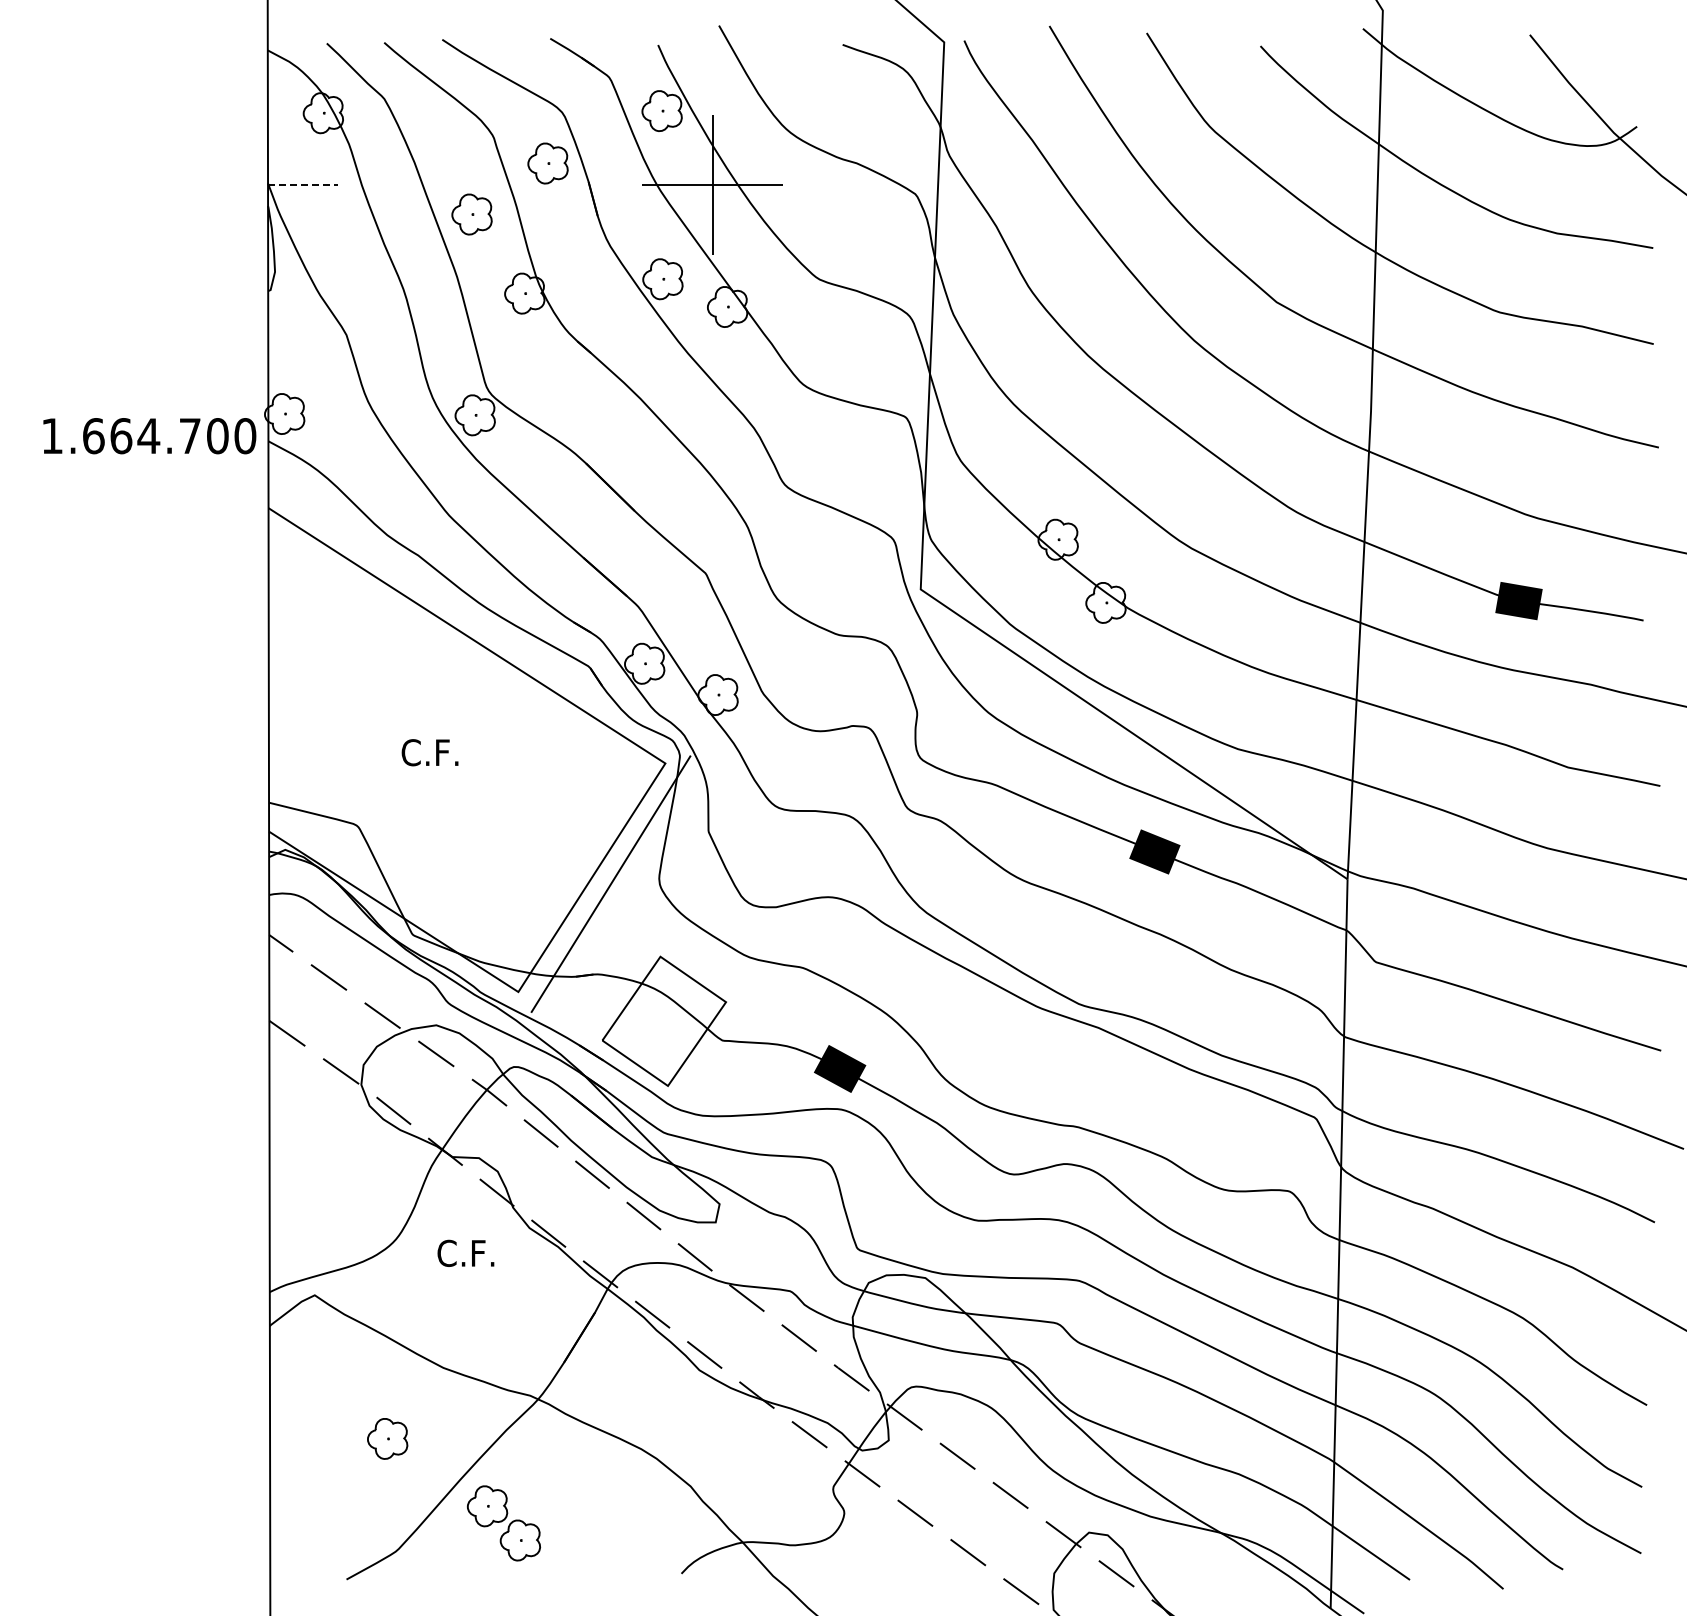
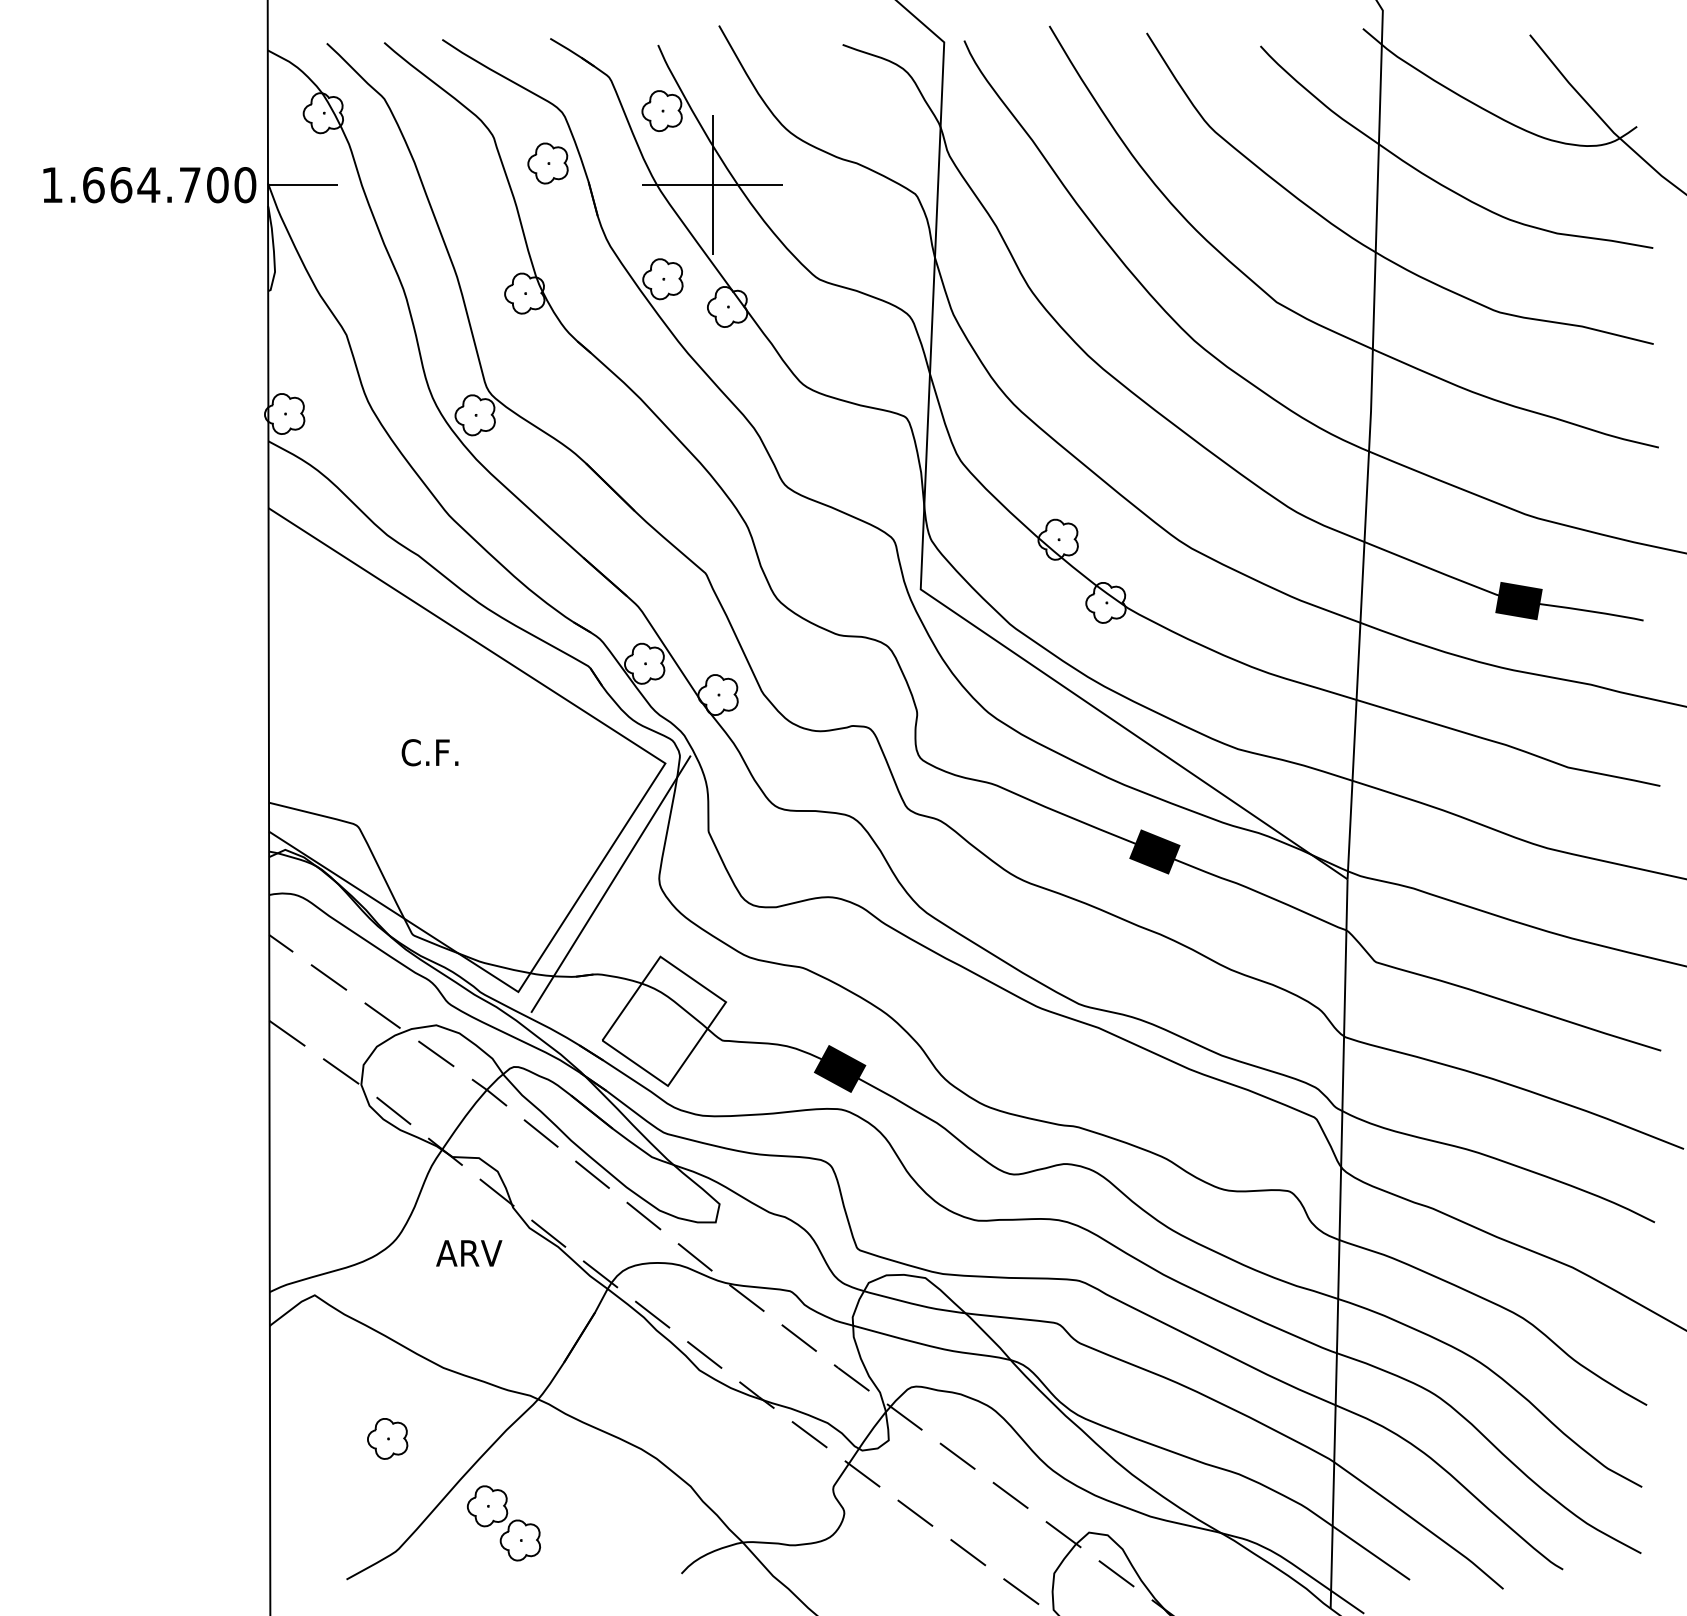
line at (303, 185): dashed -> solid
part at (471, 214): present -> none
text at (149, 436) position: (149, 436) -> (149, 185)
text at (469, 1252): C.F. -> ARV
